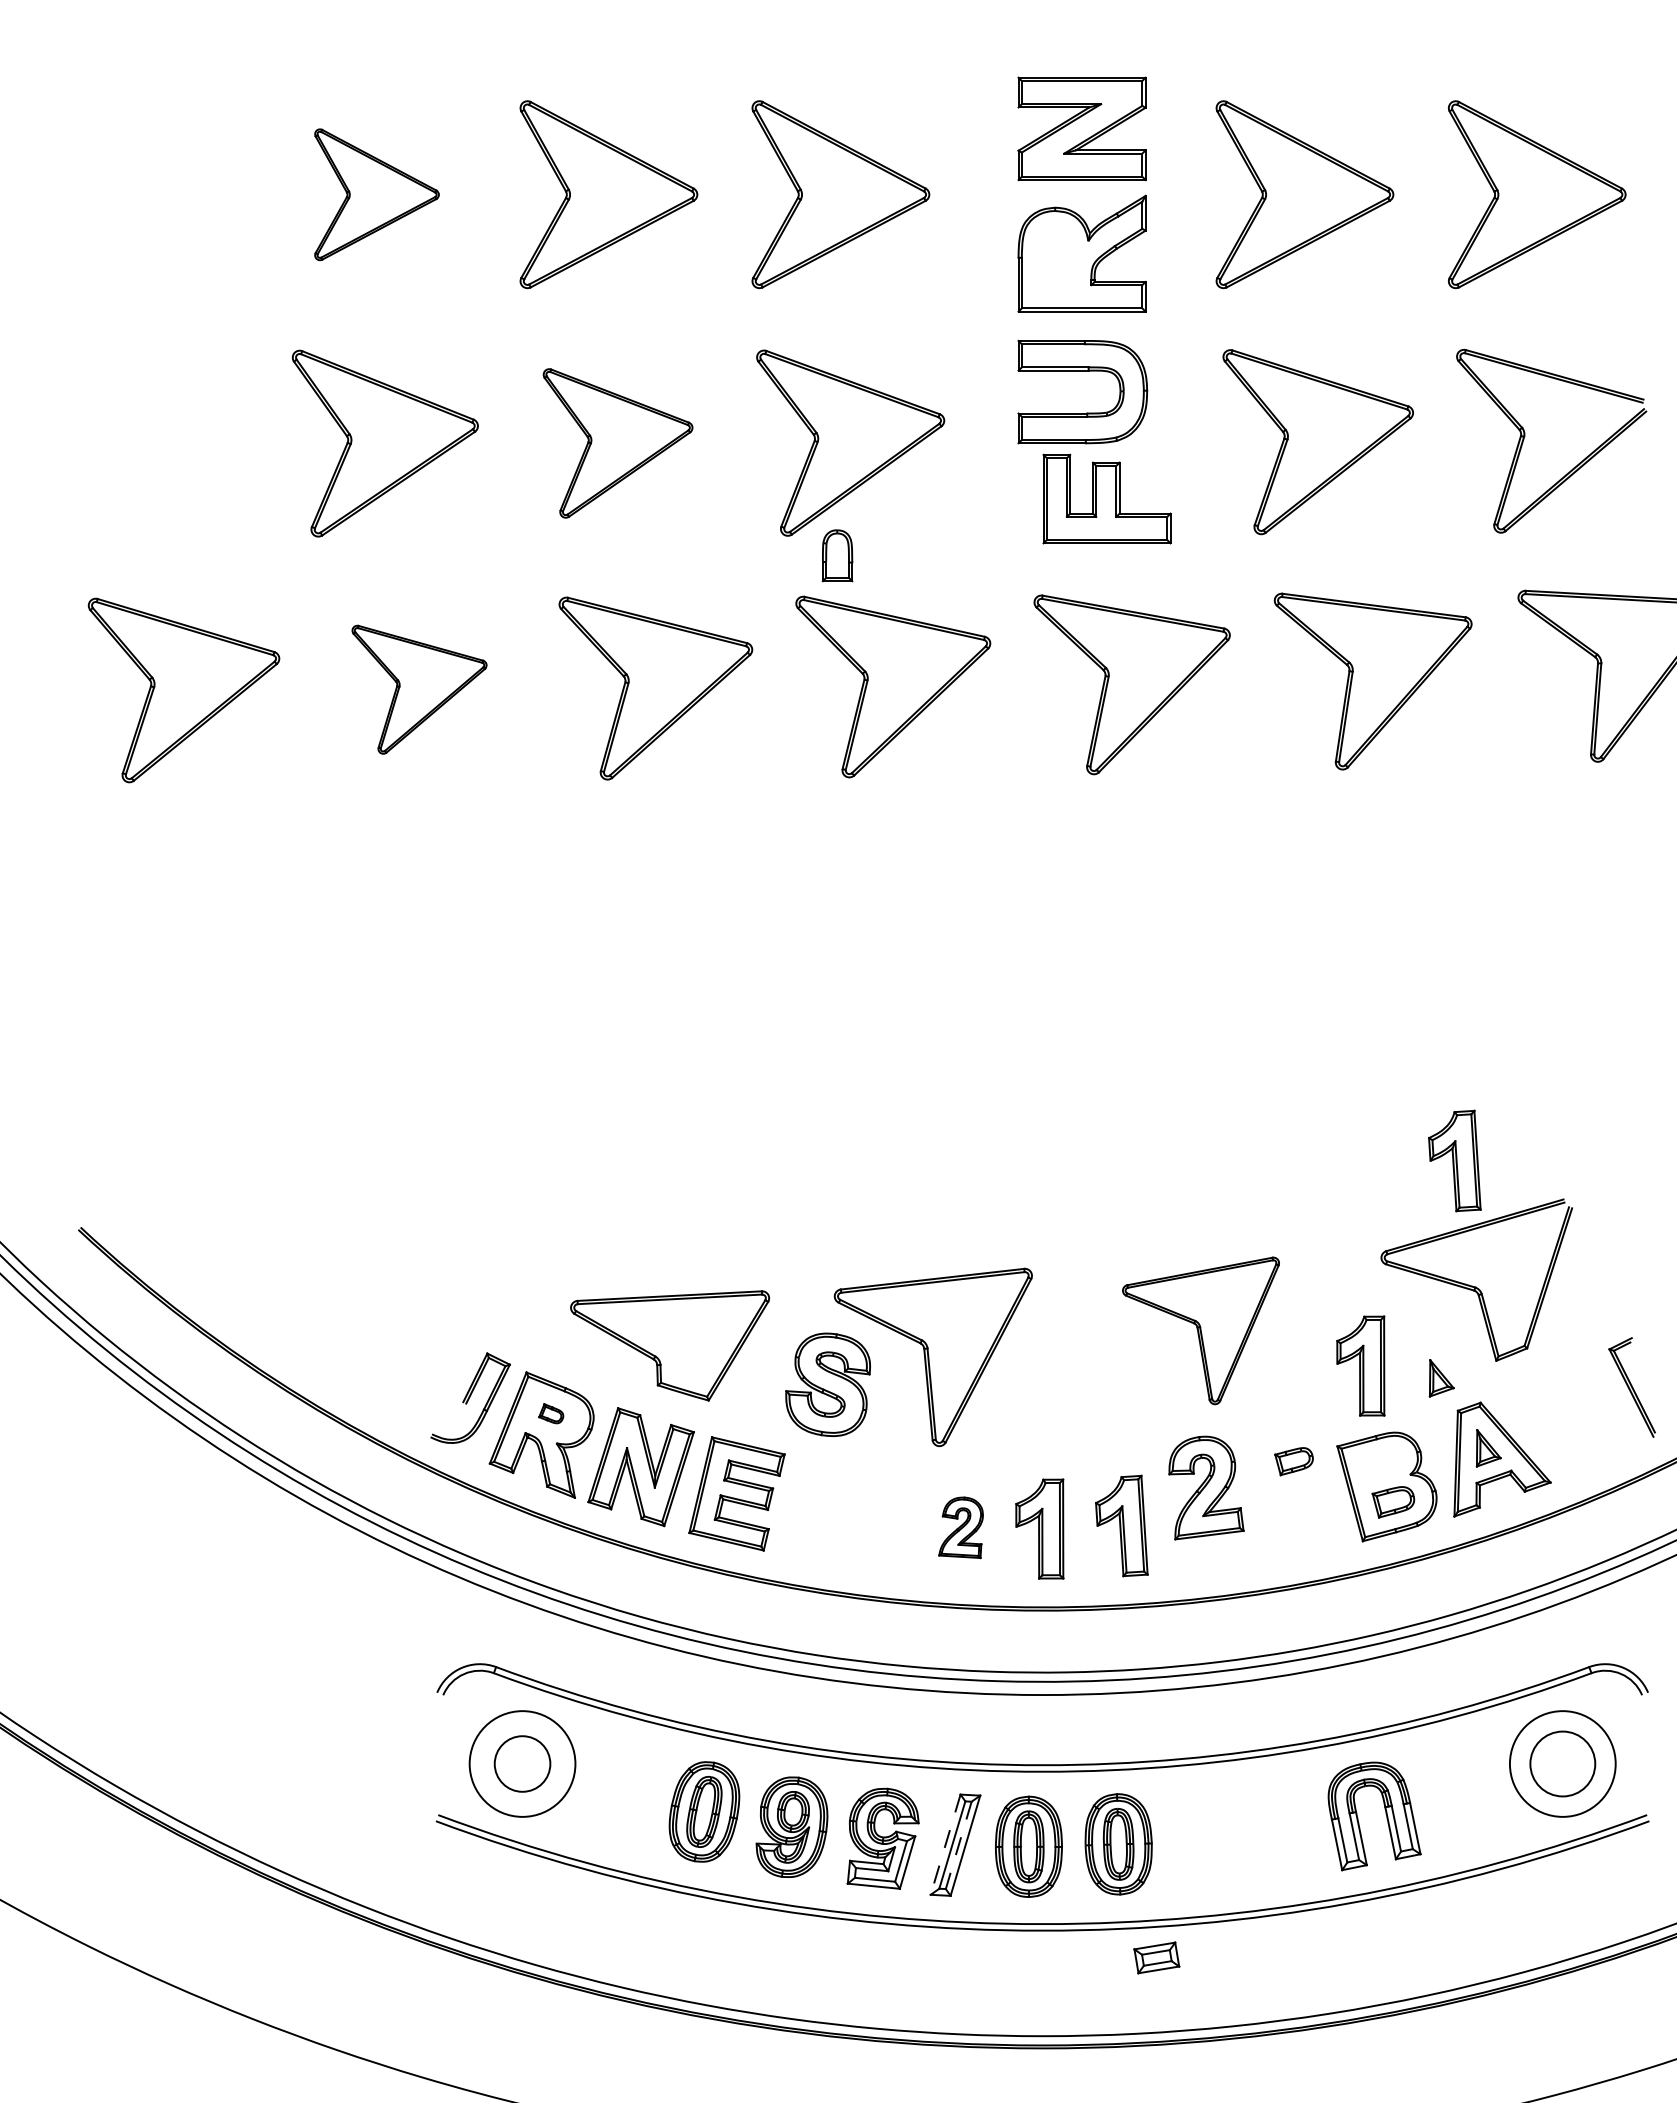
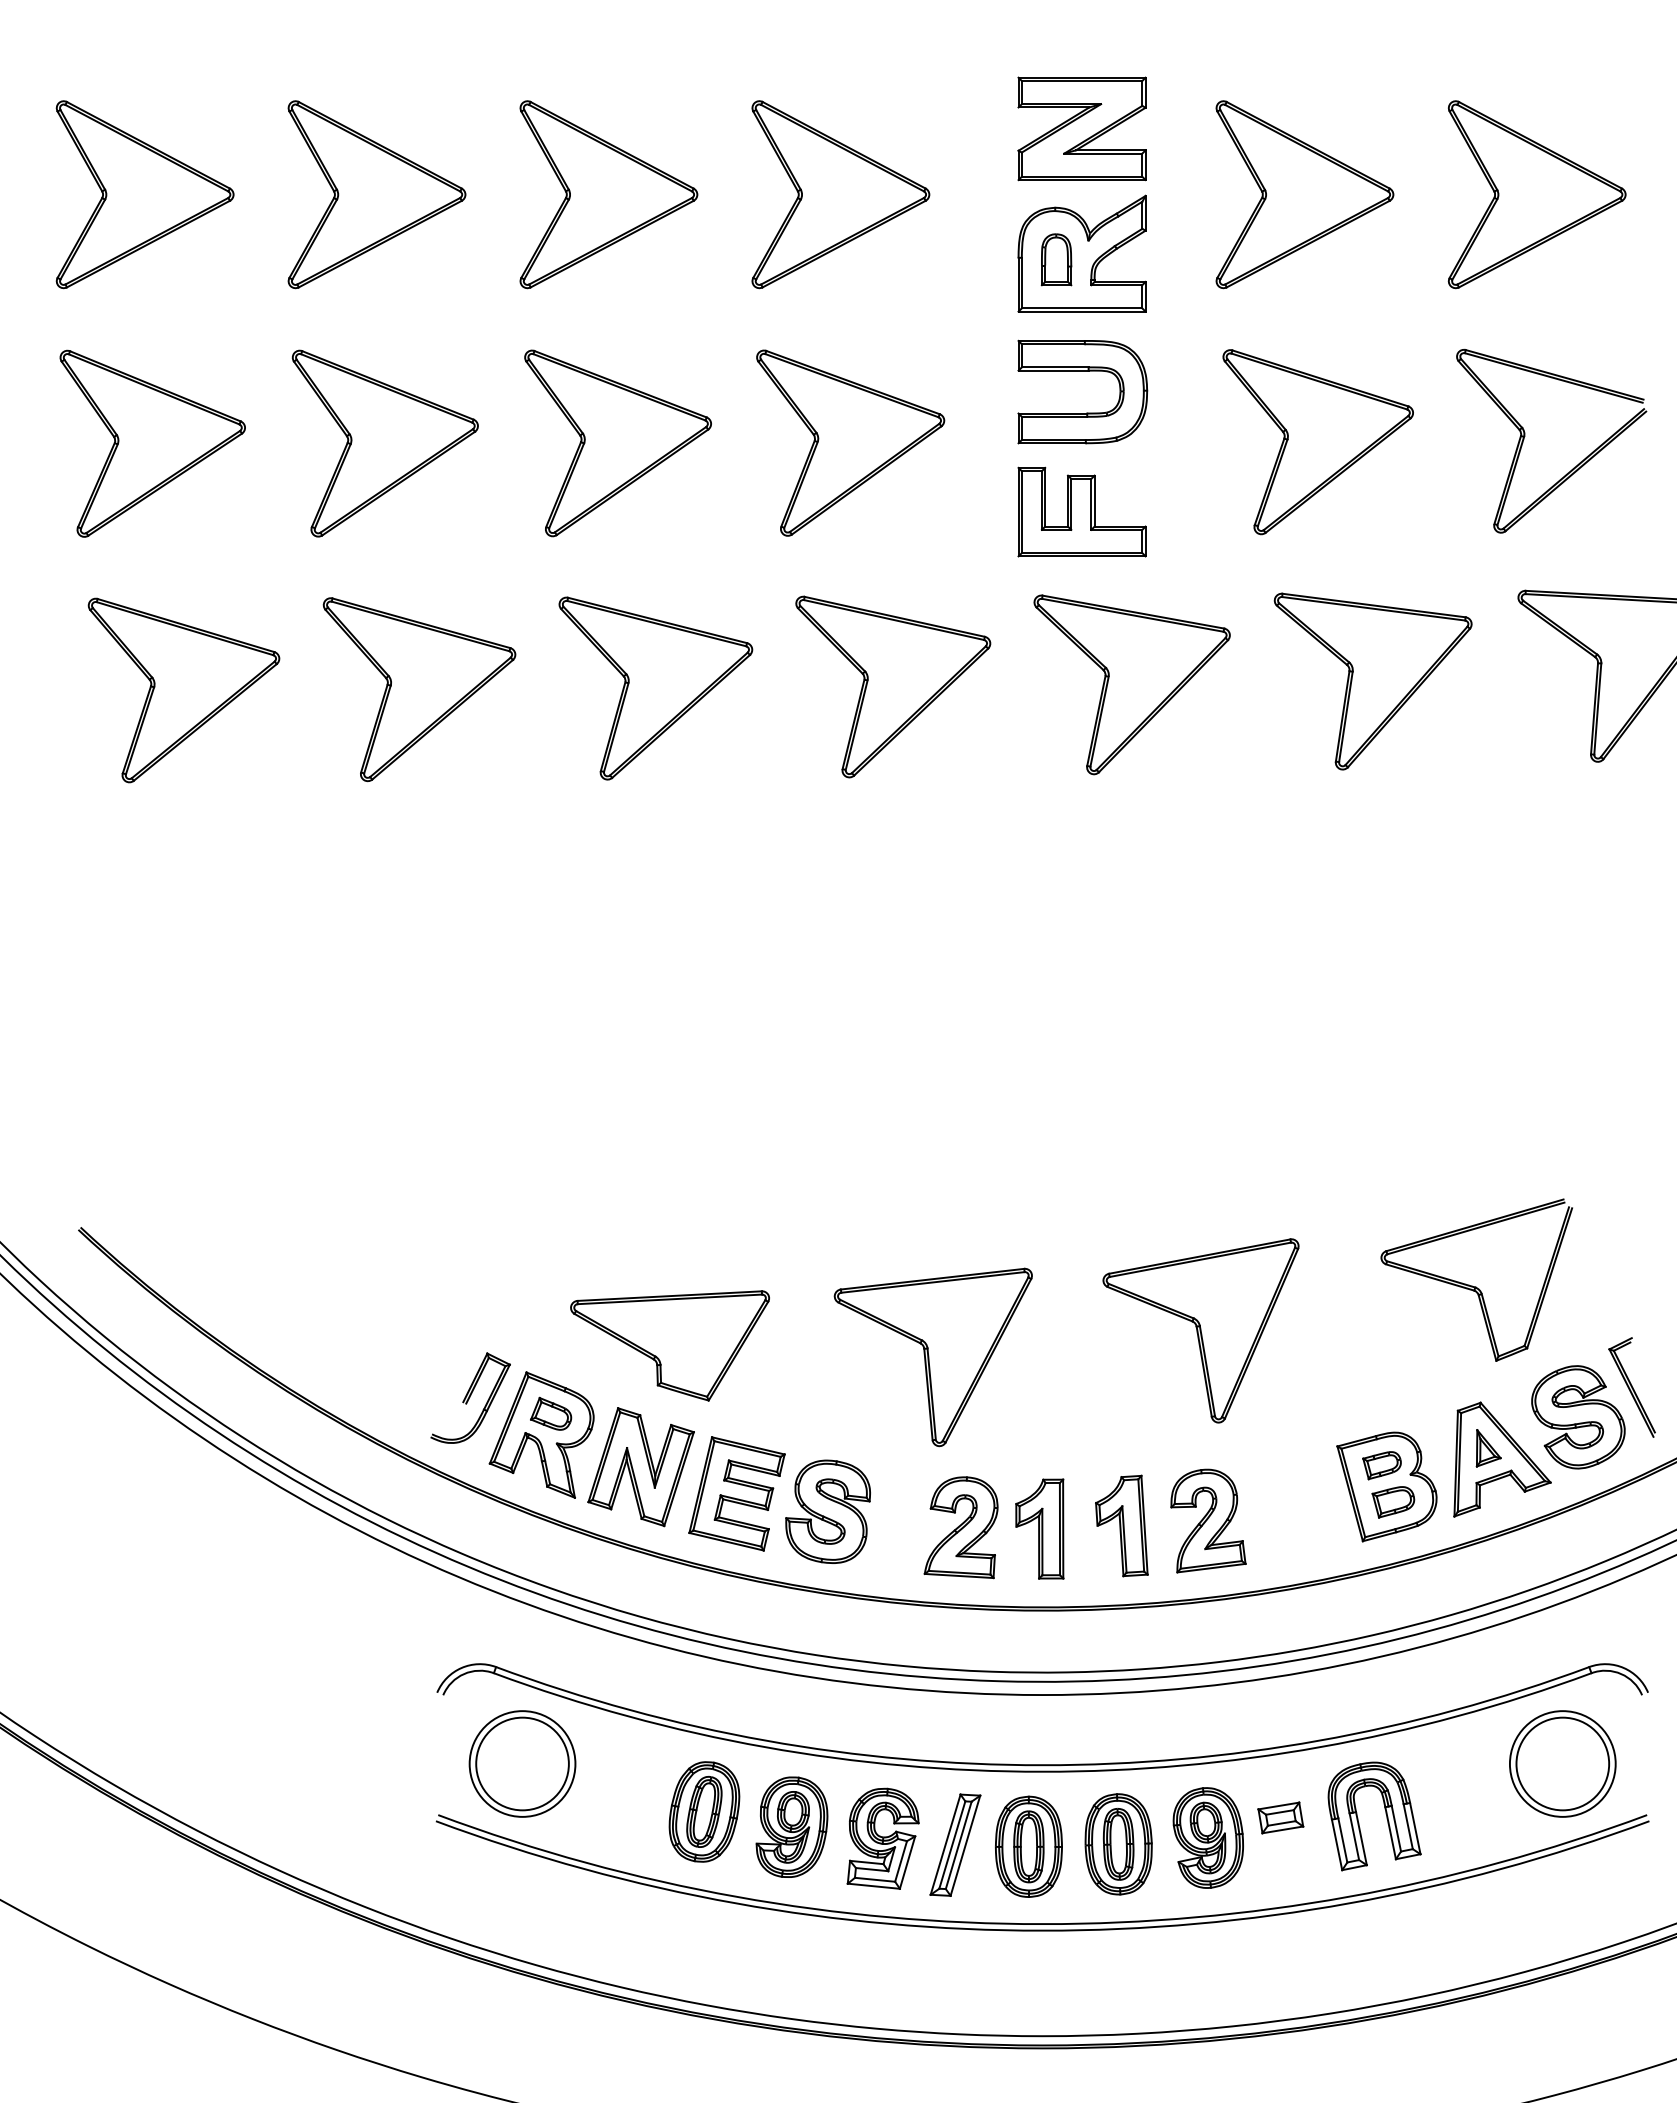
part at (144, 194): none -> present
part at (376, 194) size: 126x134 px -> 180x190 px
part at (152, 443): none -> present
part at (617, 443) size: 152x151 px -> 188x189 px
part at (1106, 498) position: (1106, 498) -> (1081, 511)
part at (837, 555) position: (837, 555) -> (1056, 259)
part at (419, 689) size: 137x131 px -> 195x186 px
part at (1454, 1160): present -> none
part at (1200, 1330) size: 158x150 px -> 198x186 px
part at (1360, 1365): present -> none
part at (1441, 1378): present -> none
part at (827, 1384) position: (827, 1384) -> (827, 1511)
part at (551, 1413) size: 27x22 px -> 43x35 px
part at (1578, 1417): none -> present
part at (1293, 1461) position: (1293, 1461) -> (1381, 1465)
part at (1206, 1487) position: (1206, 1487) -> (1208, 1520)
part at (960, 1527) size: 46x64 px -> 76x104 px
circle at (522, 1763) diameter: 56 px -> 93 px
circle at (1562, 1763) diameter: 65 px -> 93 px
part at (1207, 1837): none -> present
line at (945, 1845): dashed -> solid
line at (958, 1845): dashed -> solid
part at (1156, 1957) position: (1156, 1957) -> (1280, 1817)
